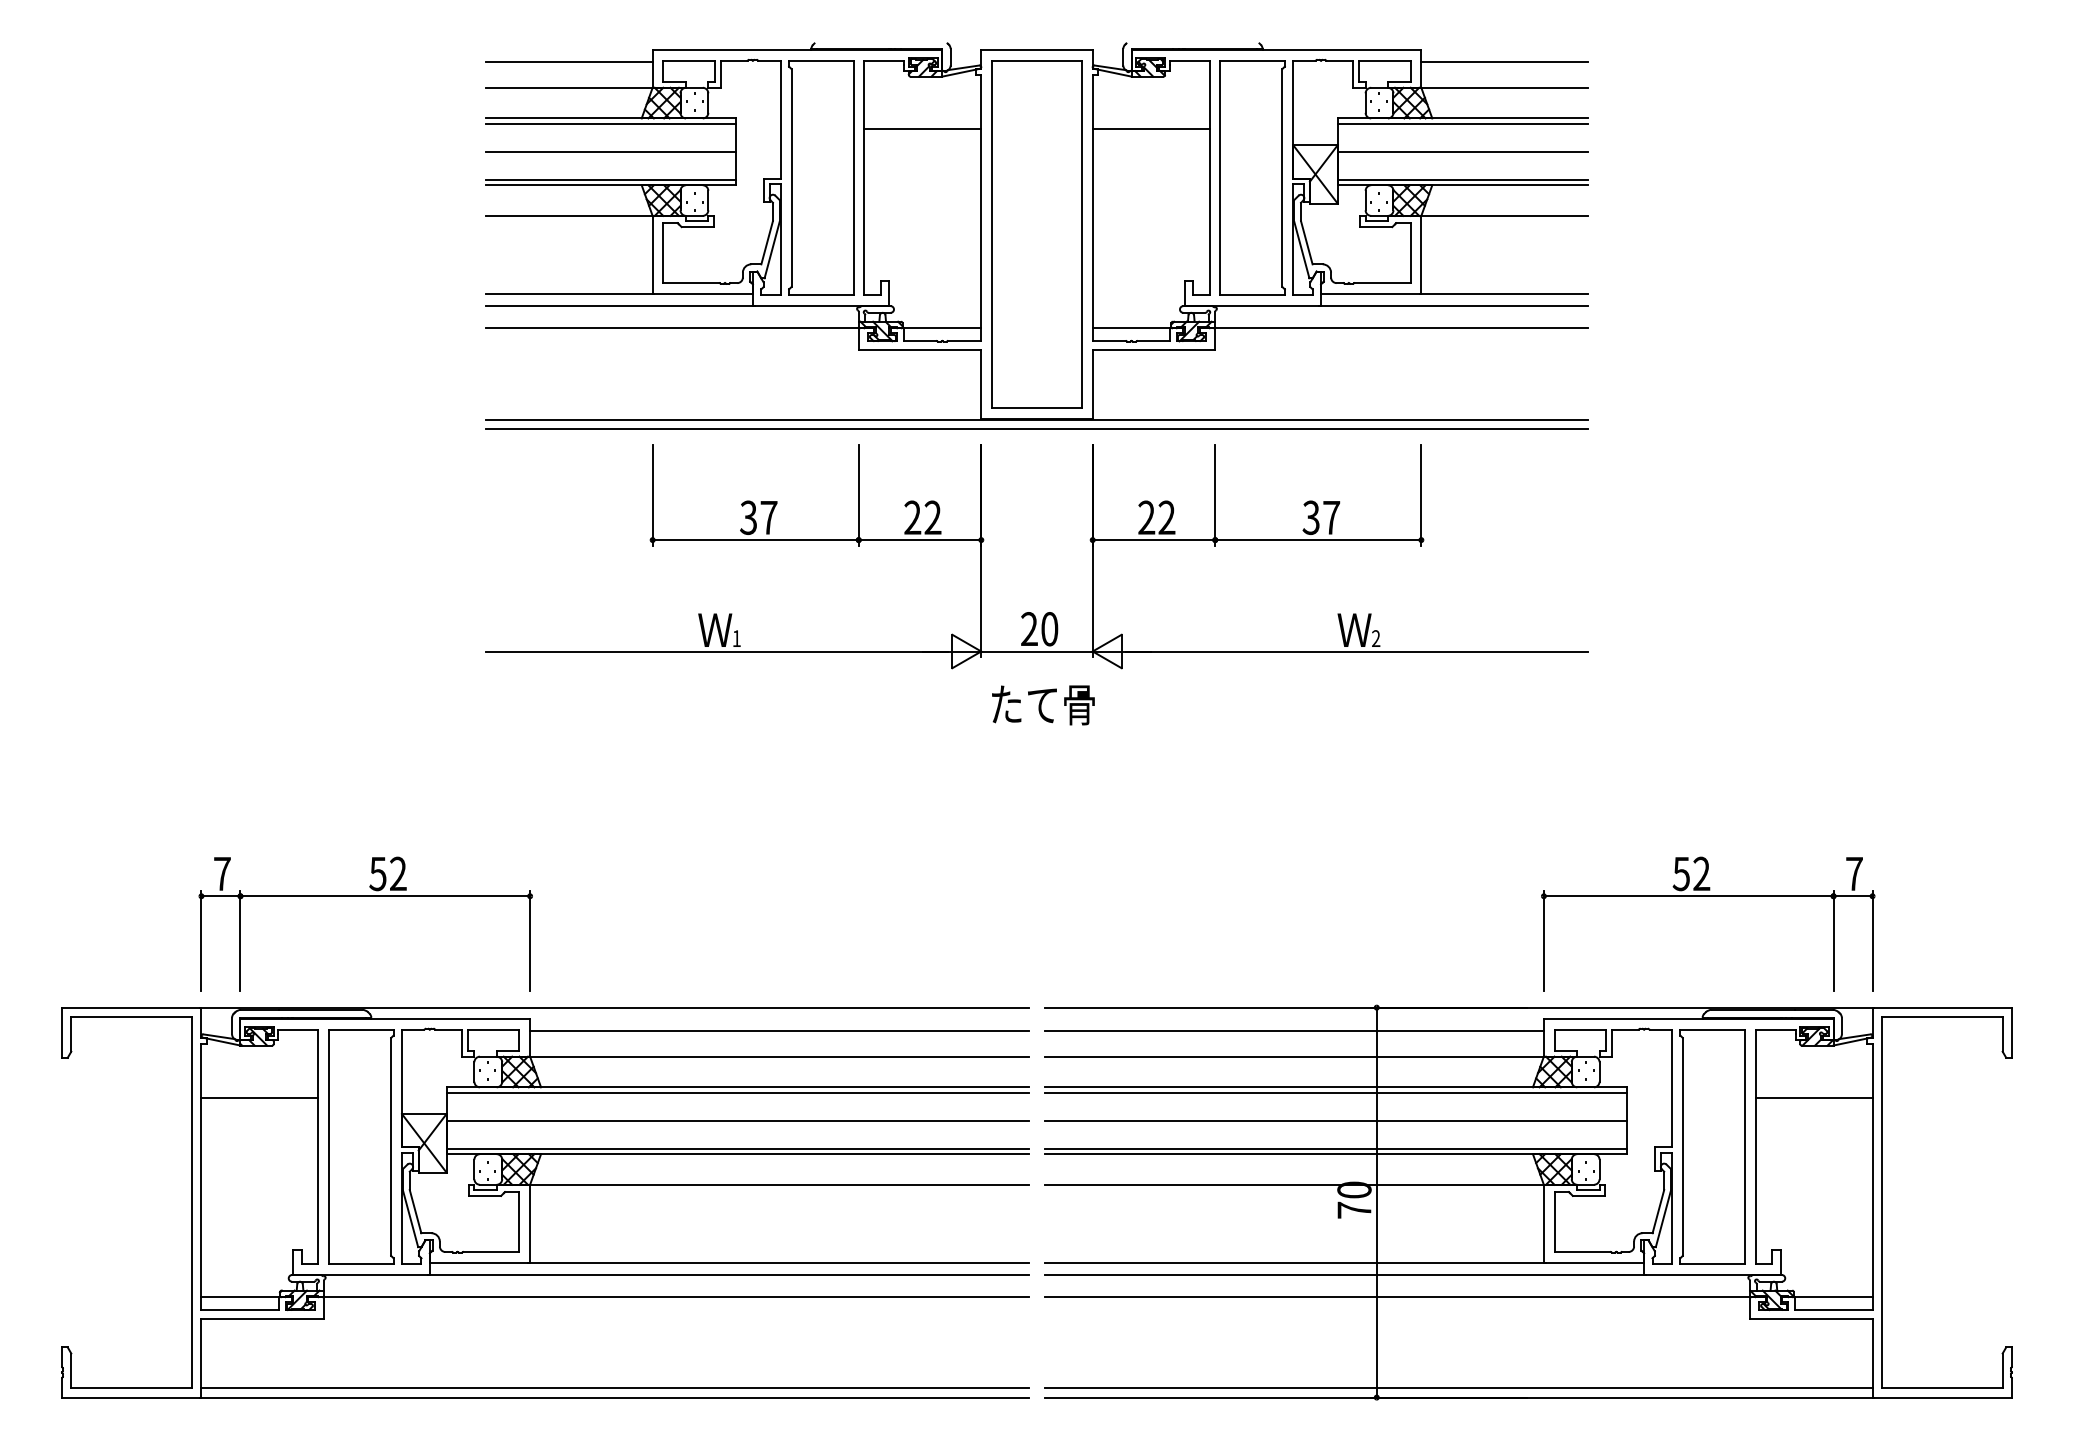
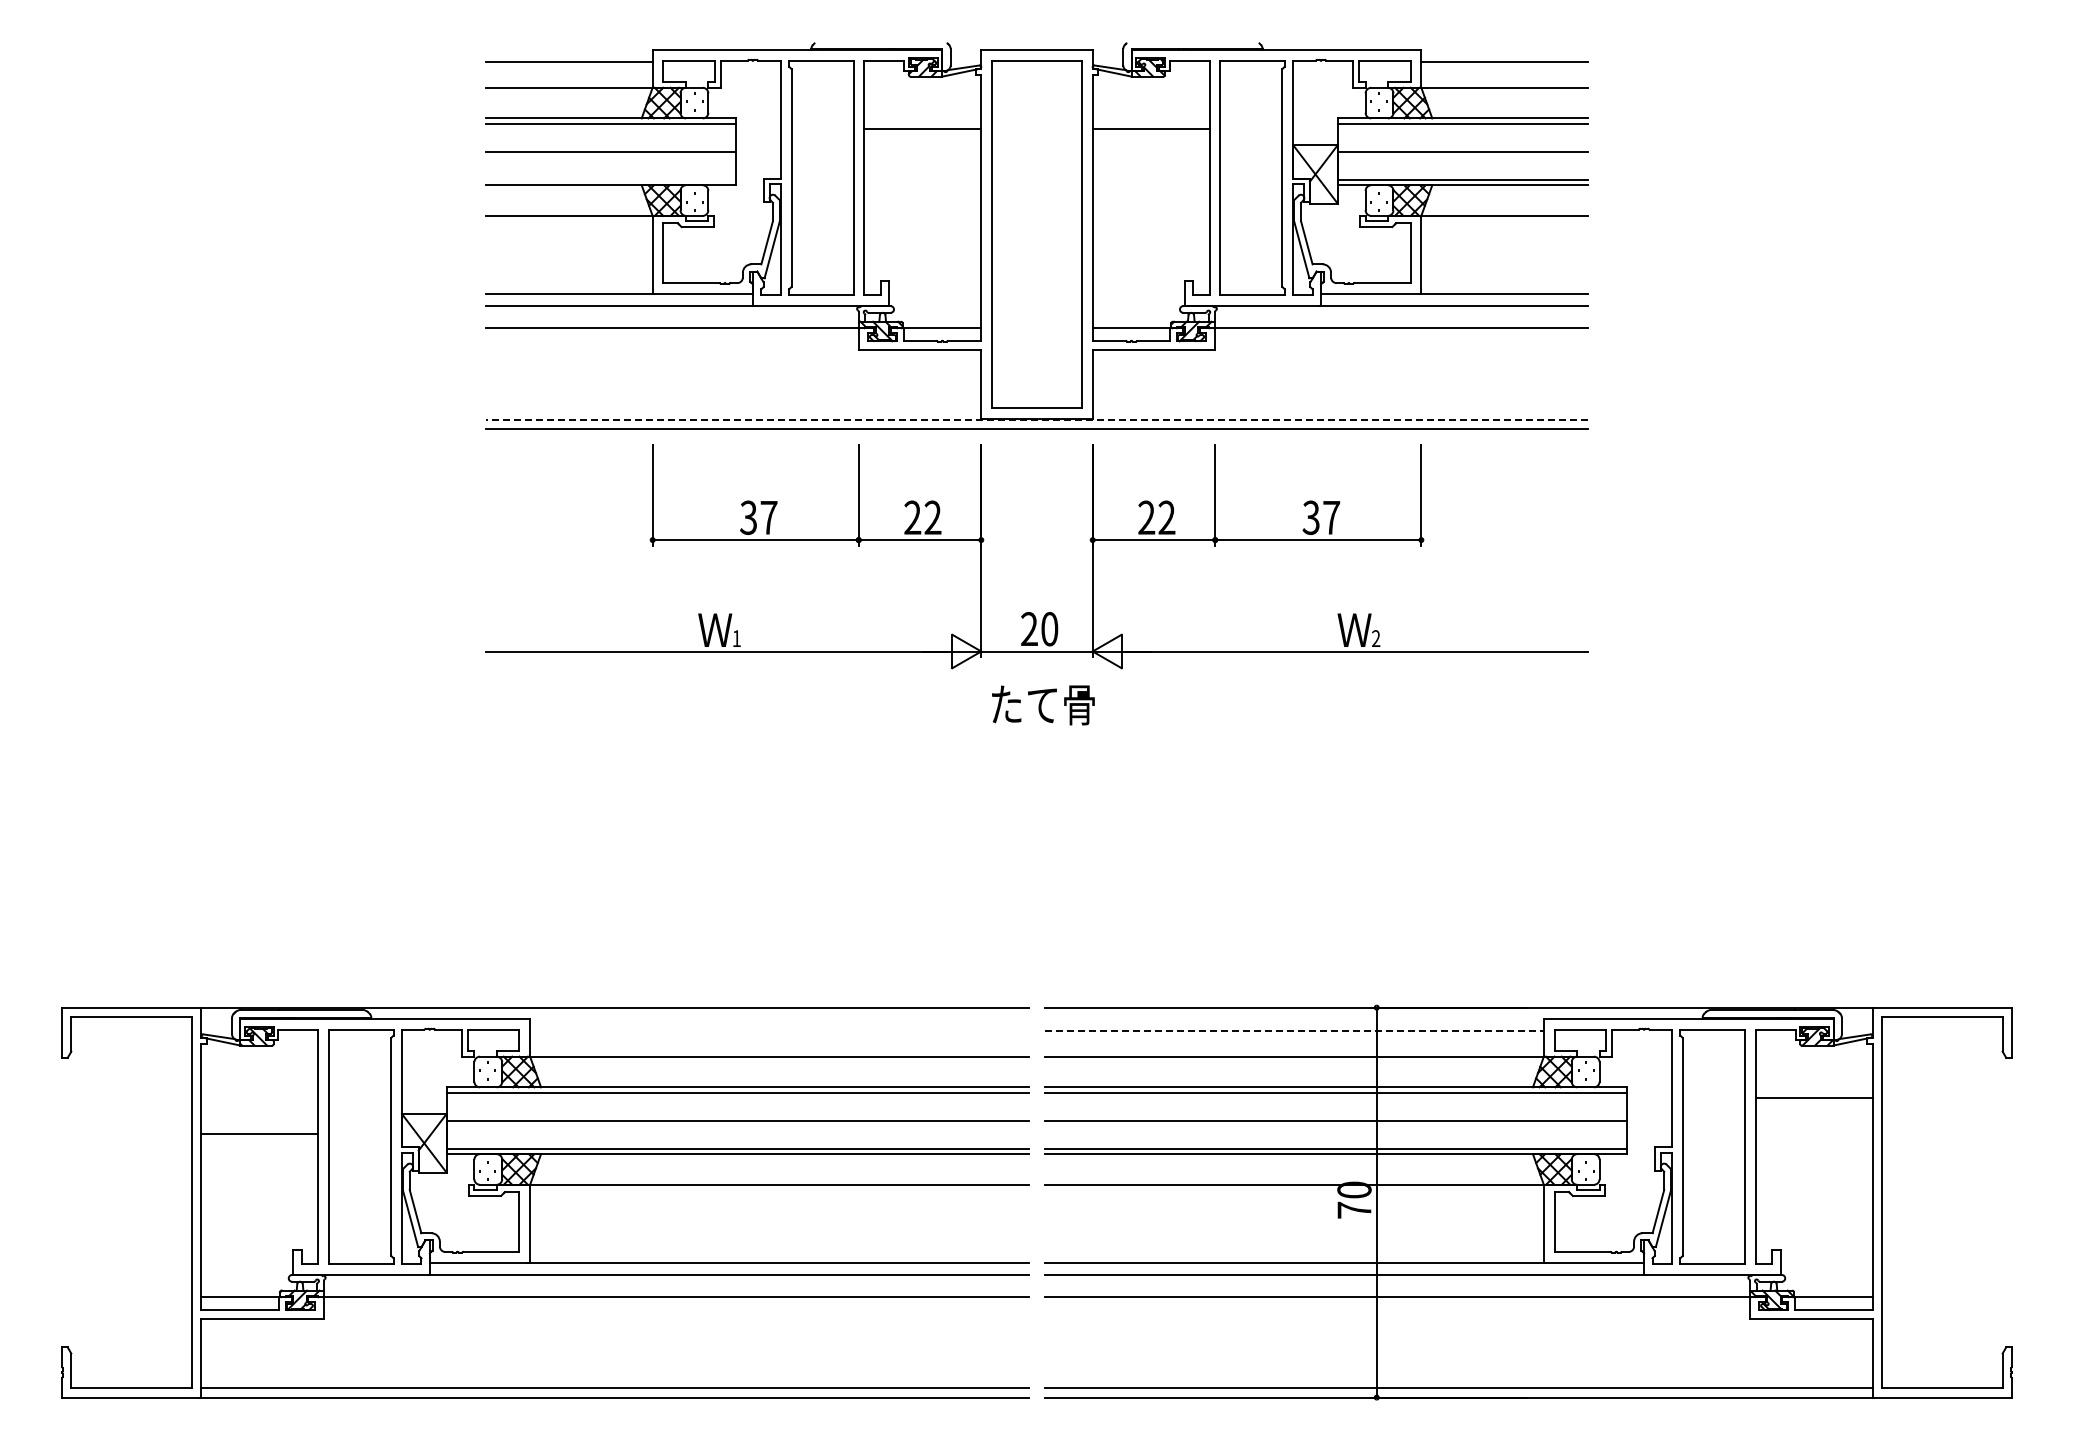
line at (610, 179): present -> none
line at (1036, 419): solid -> dashed
part at (365, 896): present -> none
part at (1708, 896): present -> none
line at (779, 1031): present -> none
line at (1295, 1031): solid -> dashed
line at (259, 1097) position: (259, 1097) -> (259, 1133)
